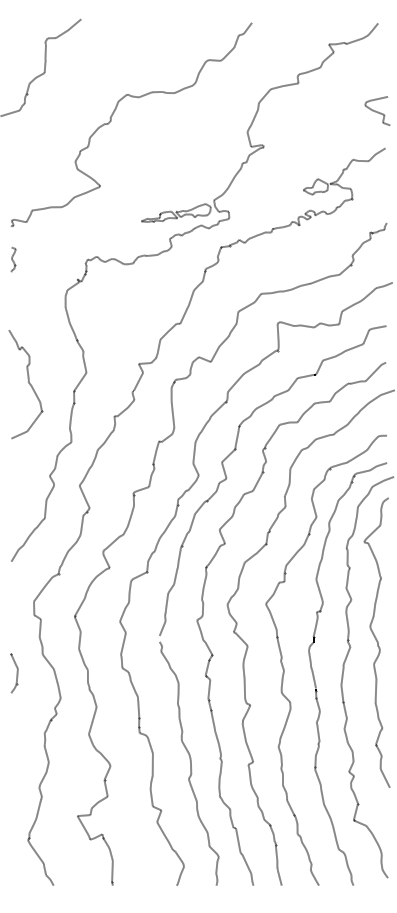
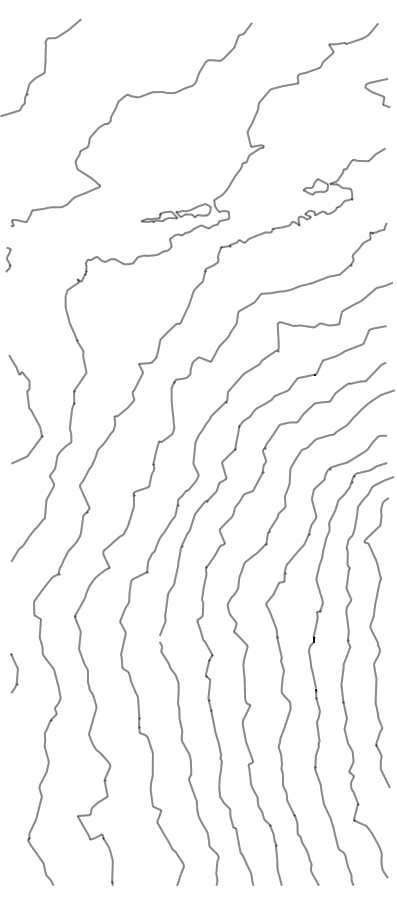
curve at (377, 111) position: (377, 111) -> (377, 93)
curve at (13, 259) position: (13, 259) -> (8, 259)
curve at (28, 383) position: (28, 383) -> (28, 408)
